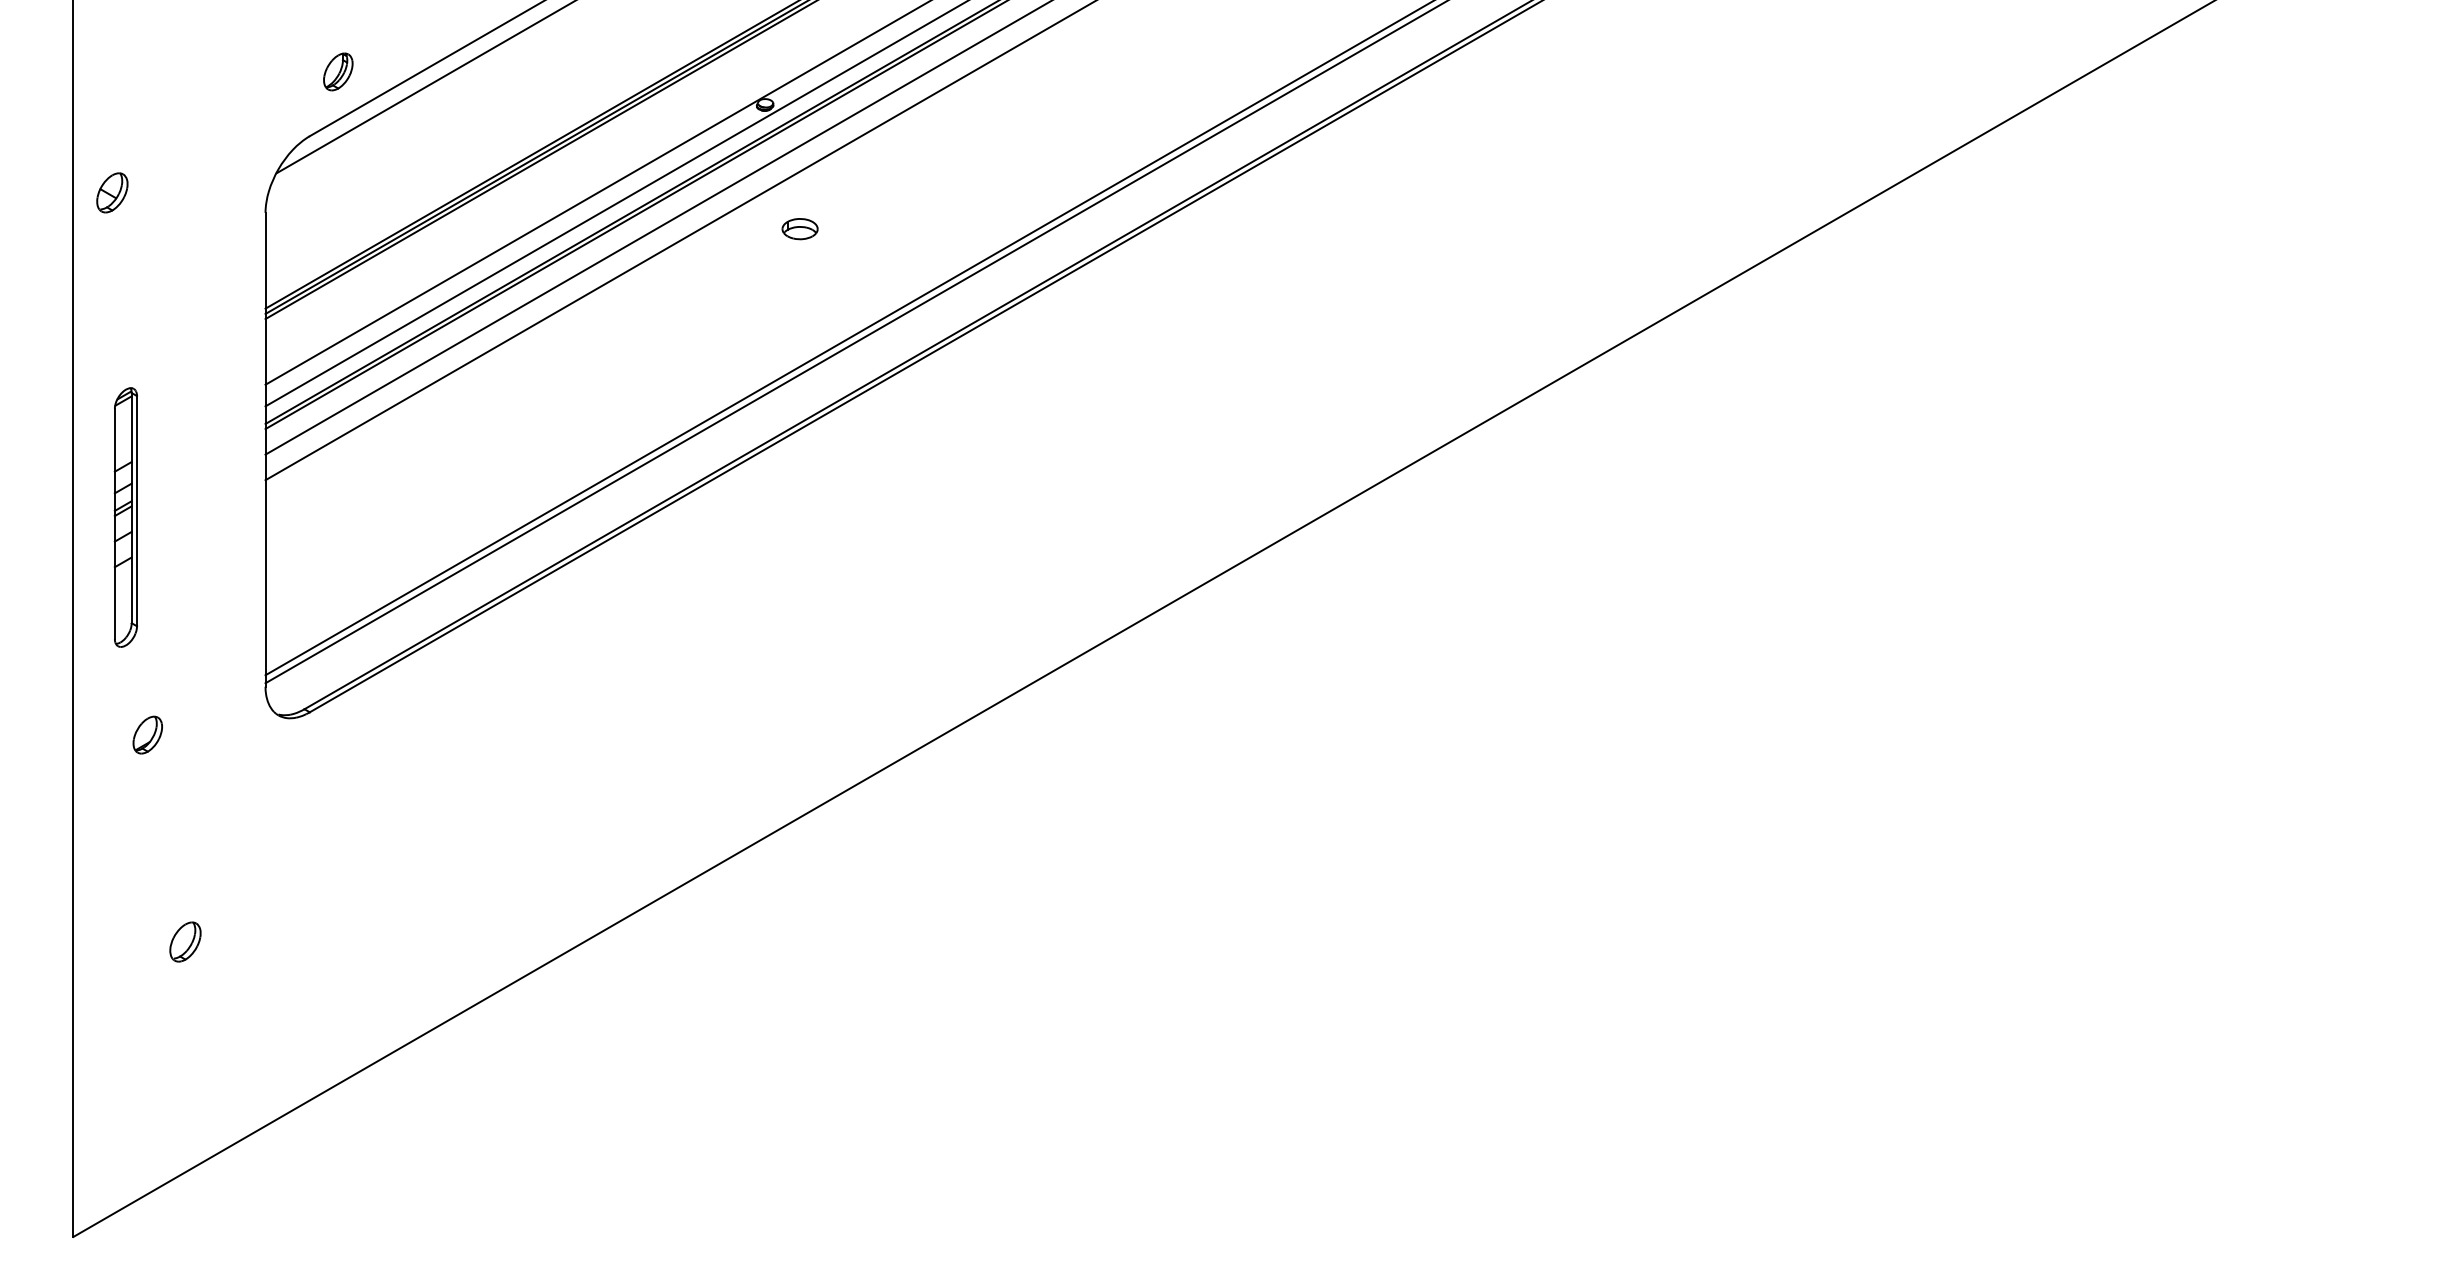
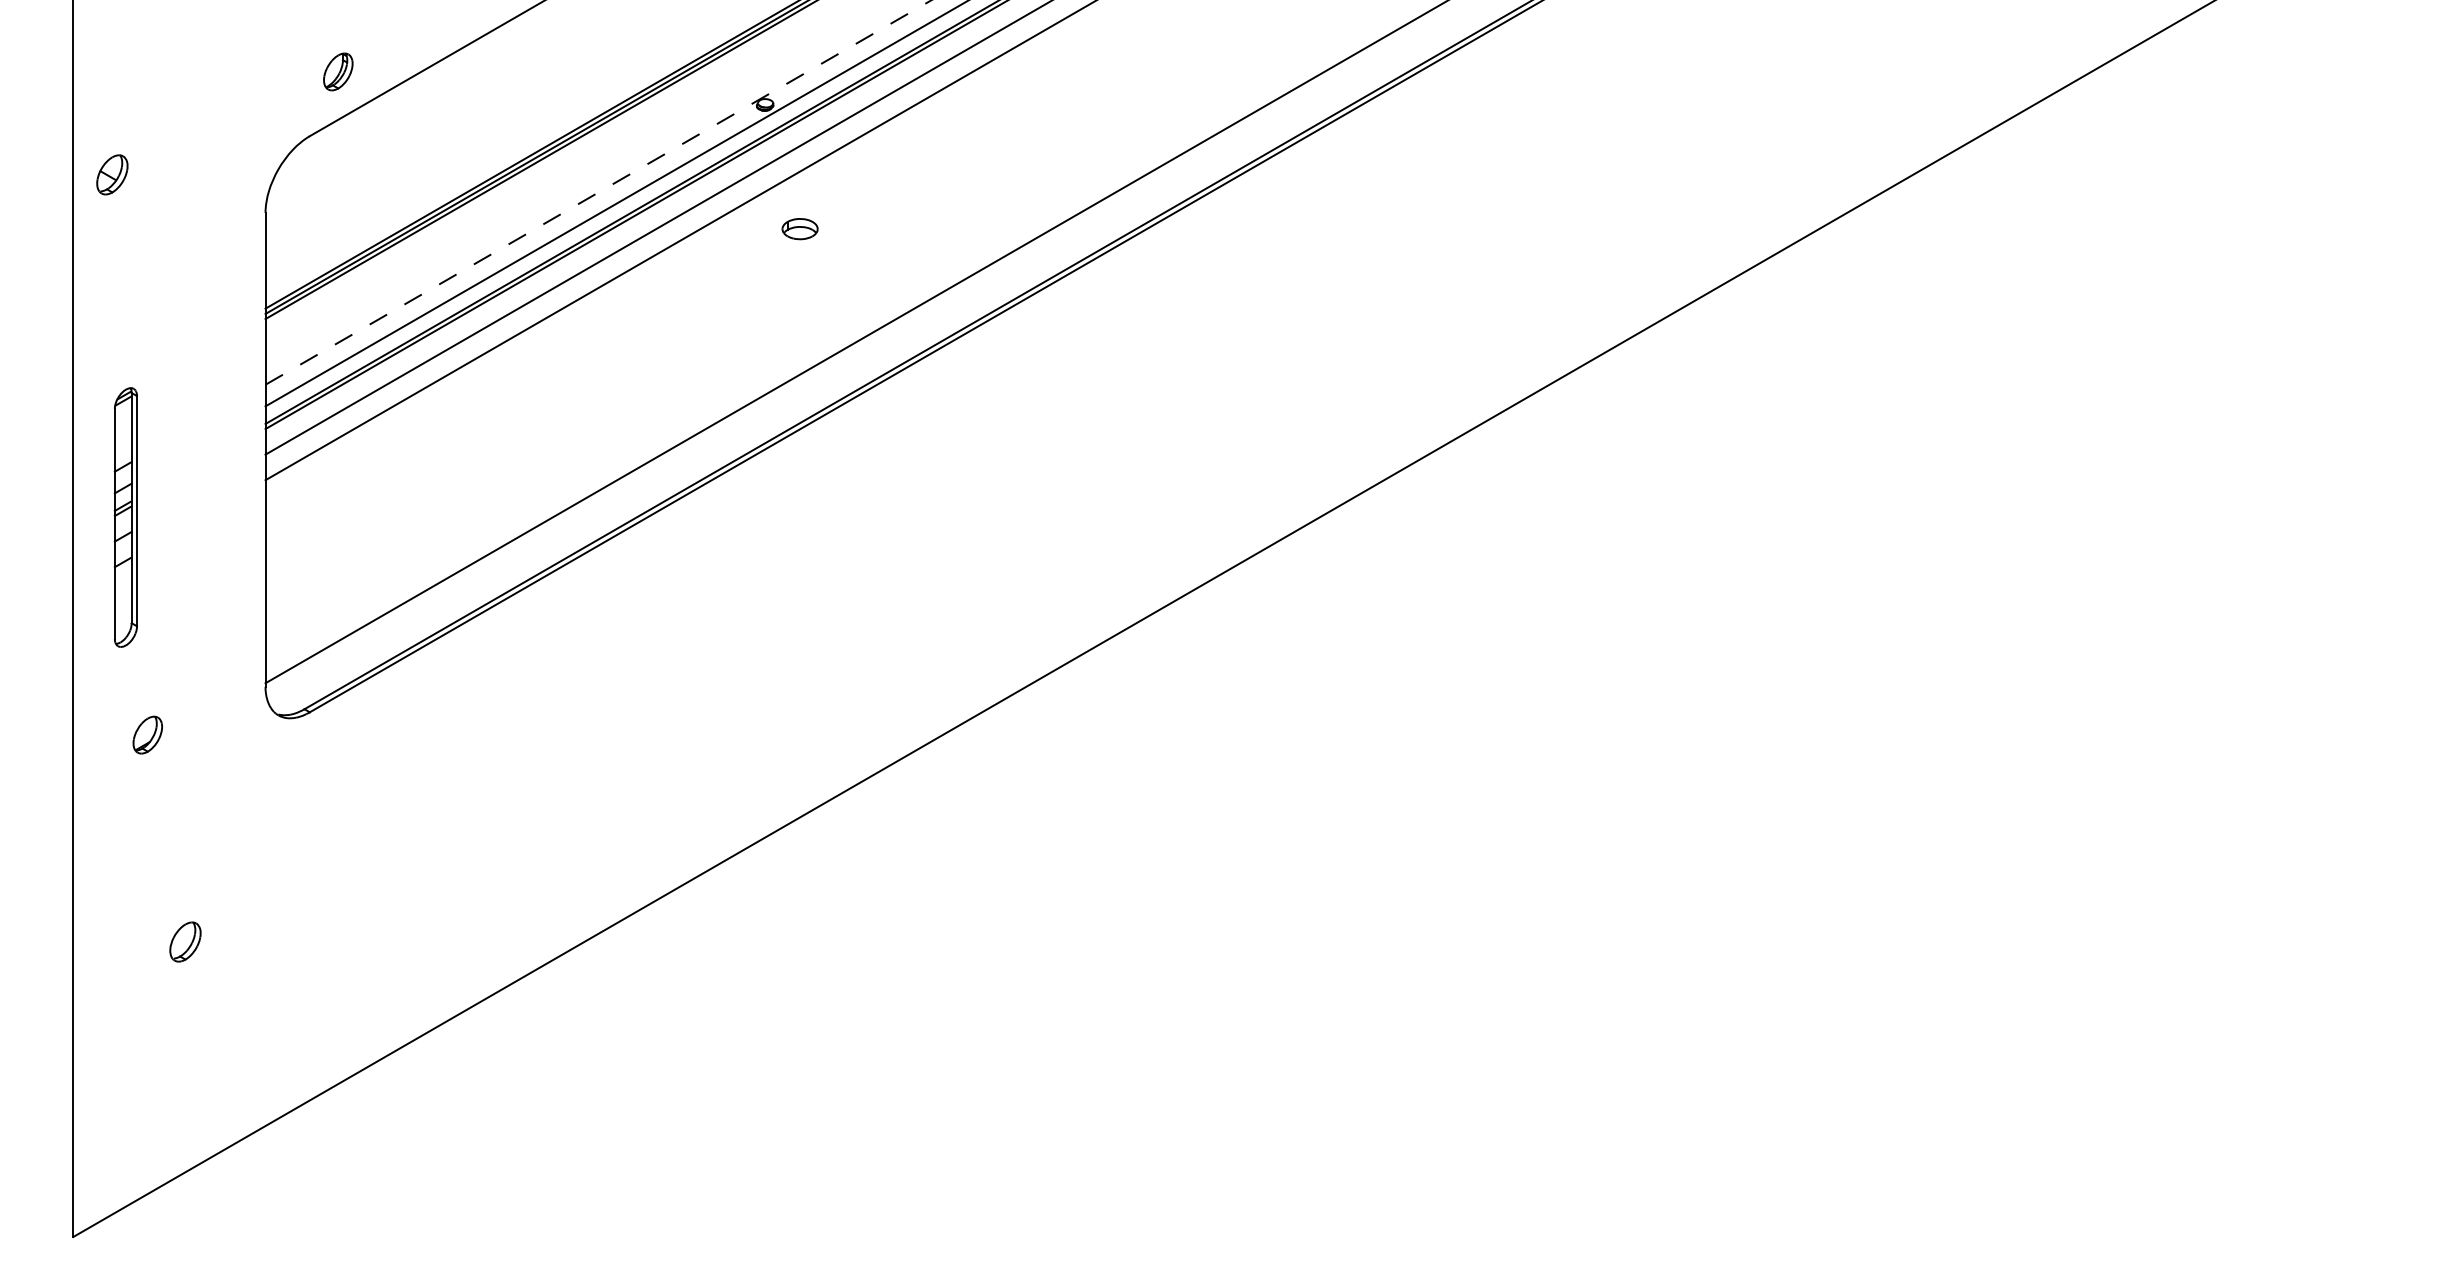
line at (424, 87): present -> none
part at (112, 192) position: (112, 192) -> (112, 174)
line at (598, 192): solid -> dashed
line at (847, 338): present -> none
